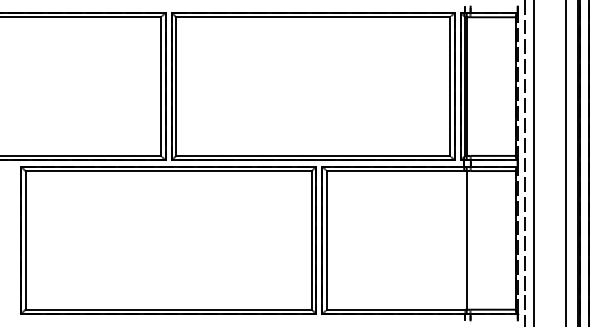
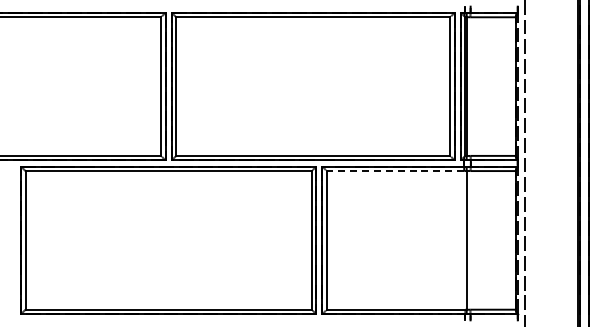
line at (534, 162): present -> none
line at (565, 162): present -> none
line at (395, 171): solid -> dashed
